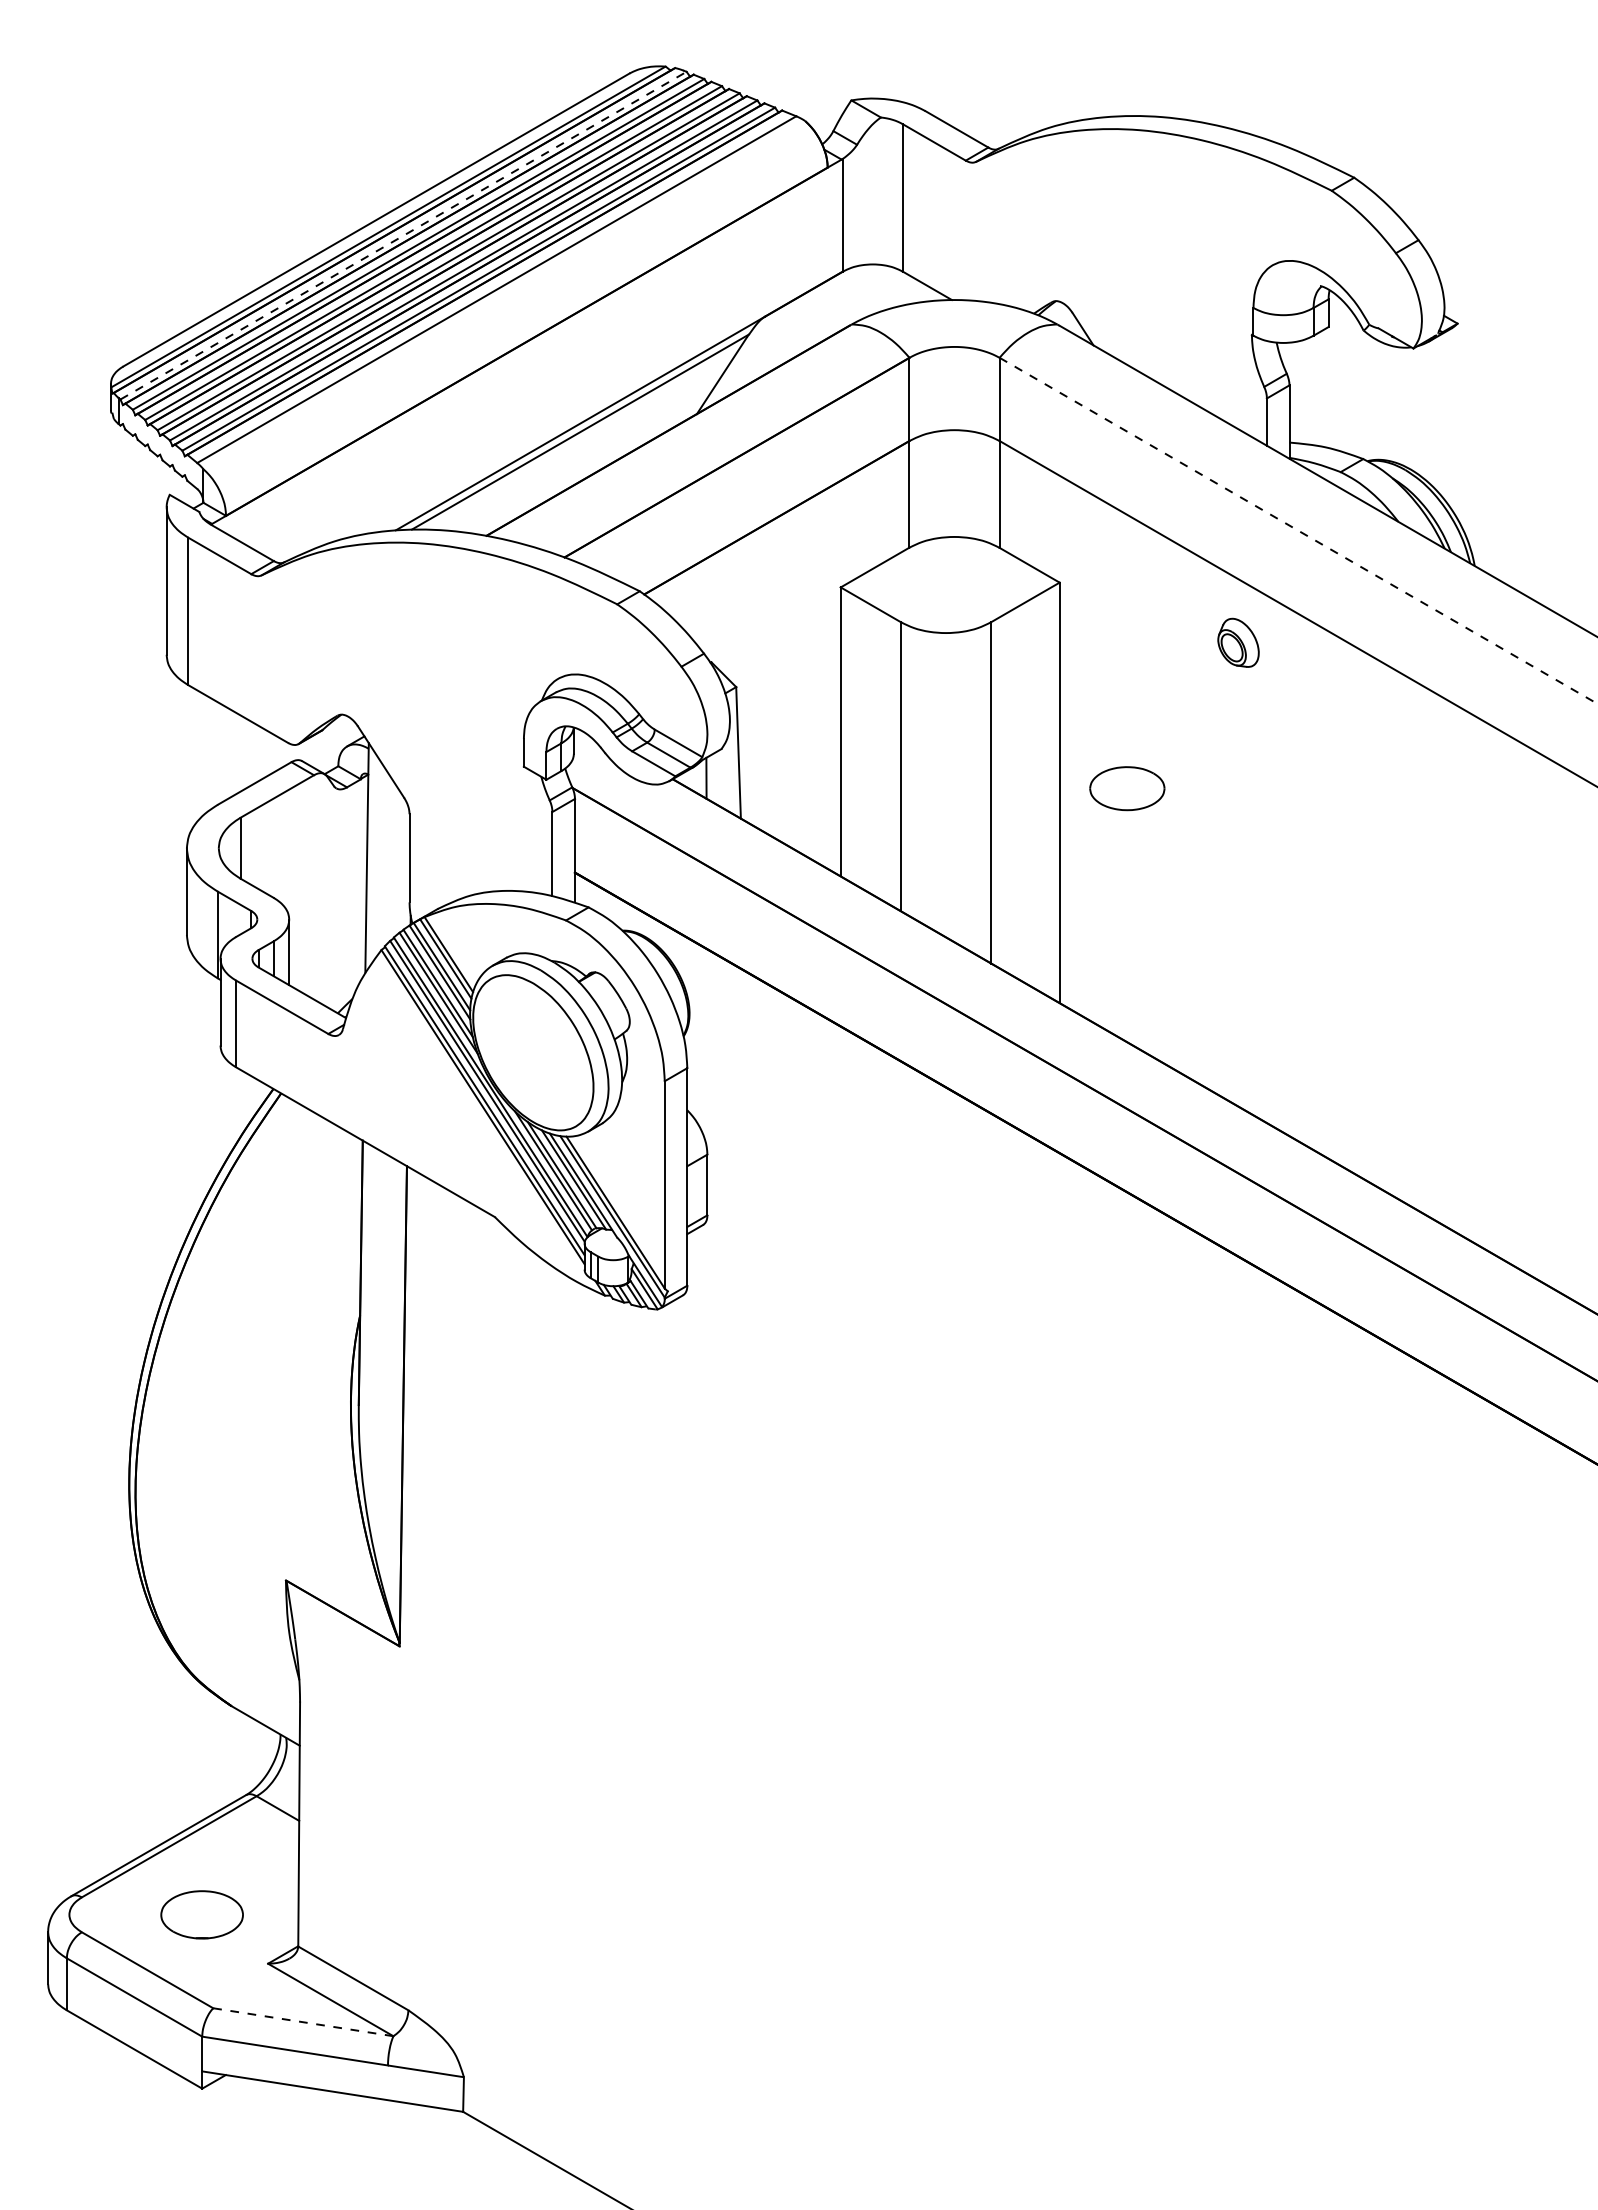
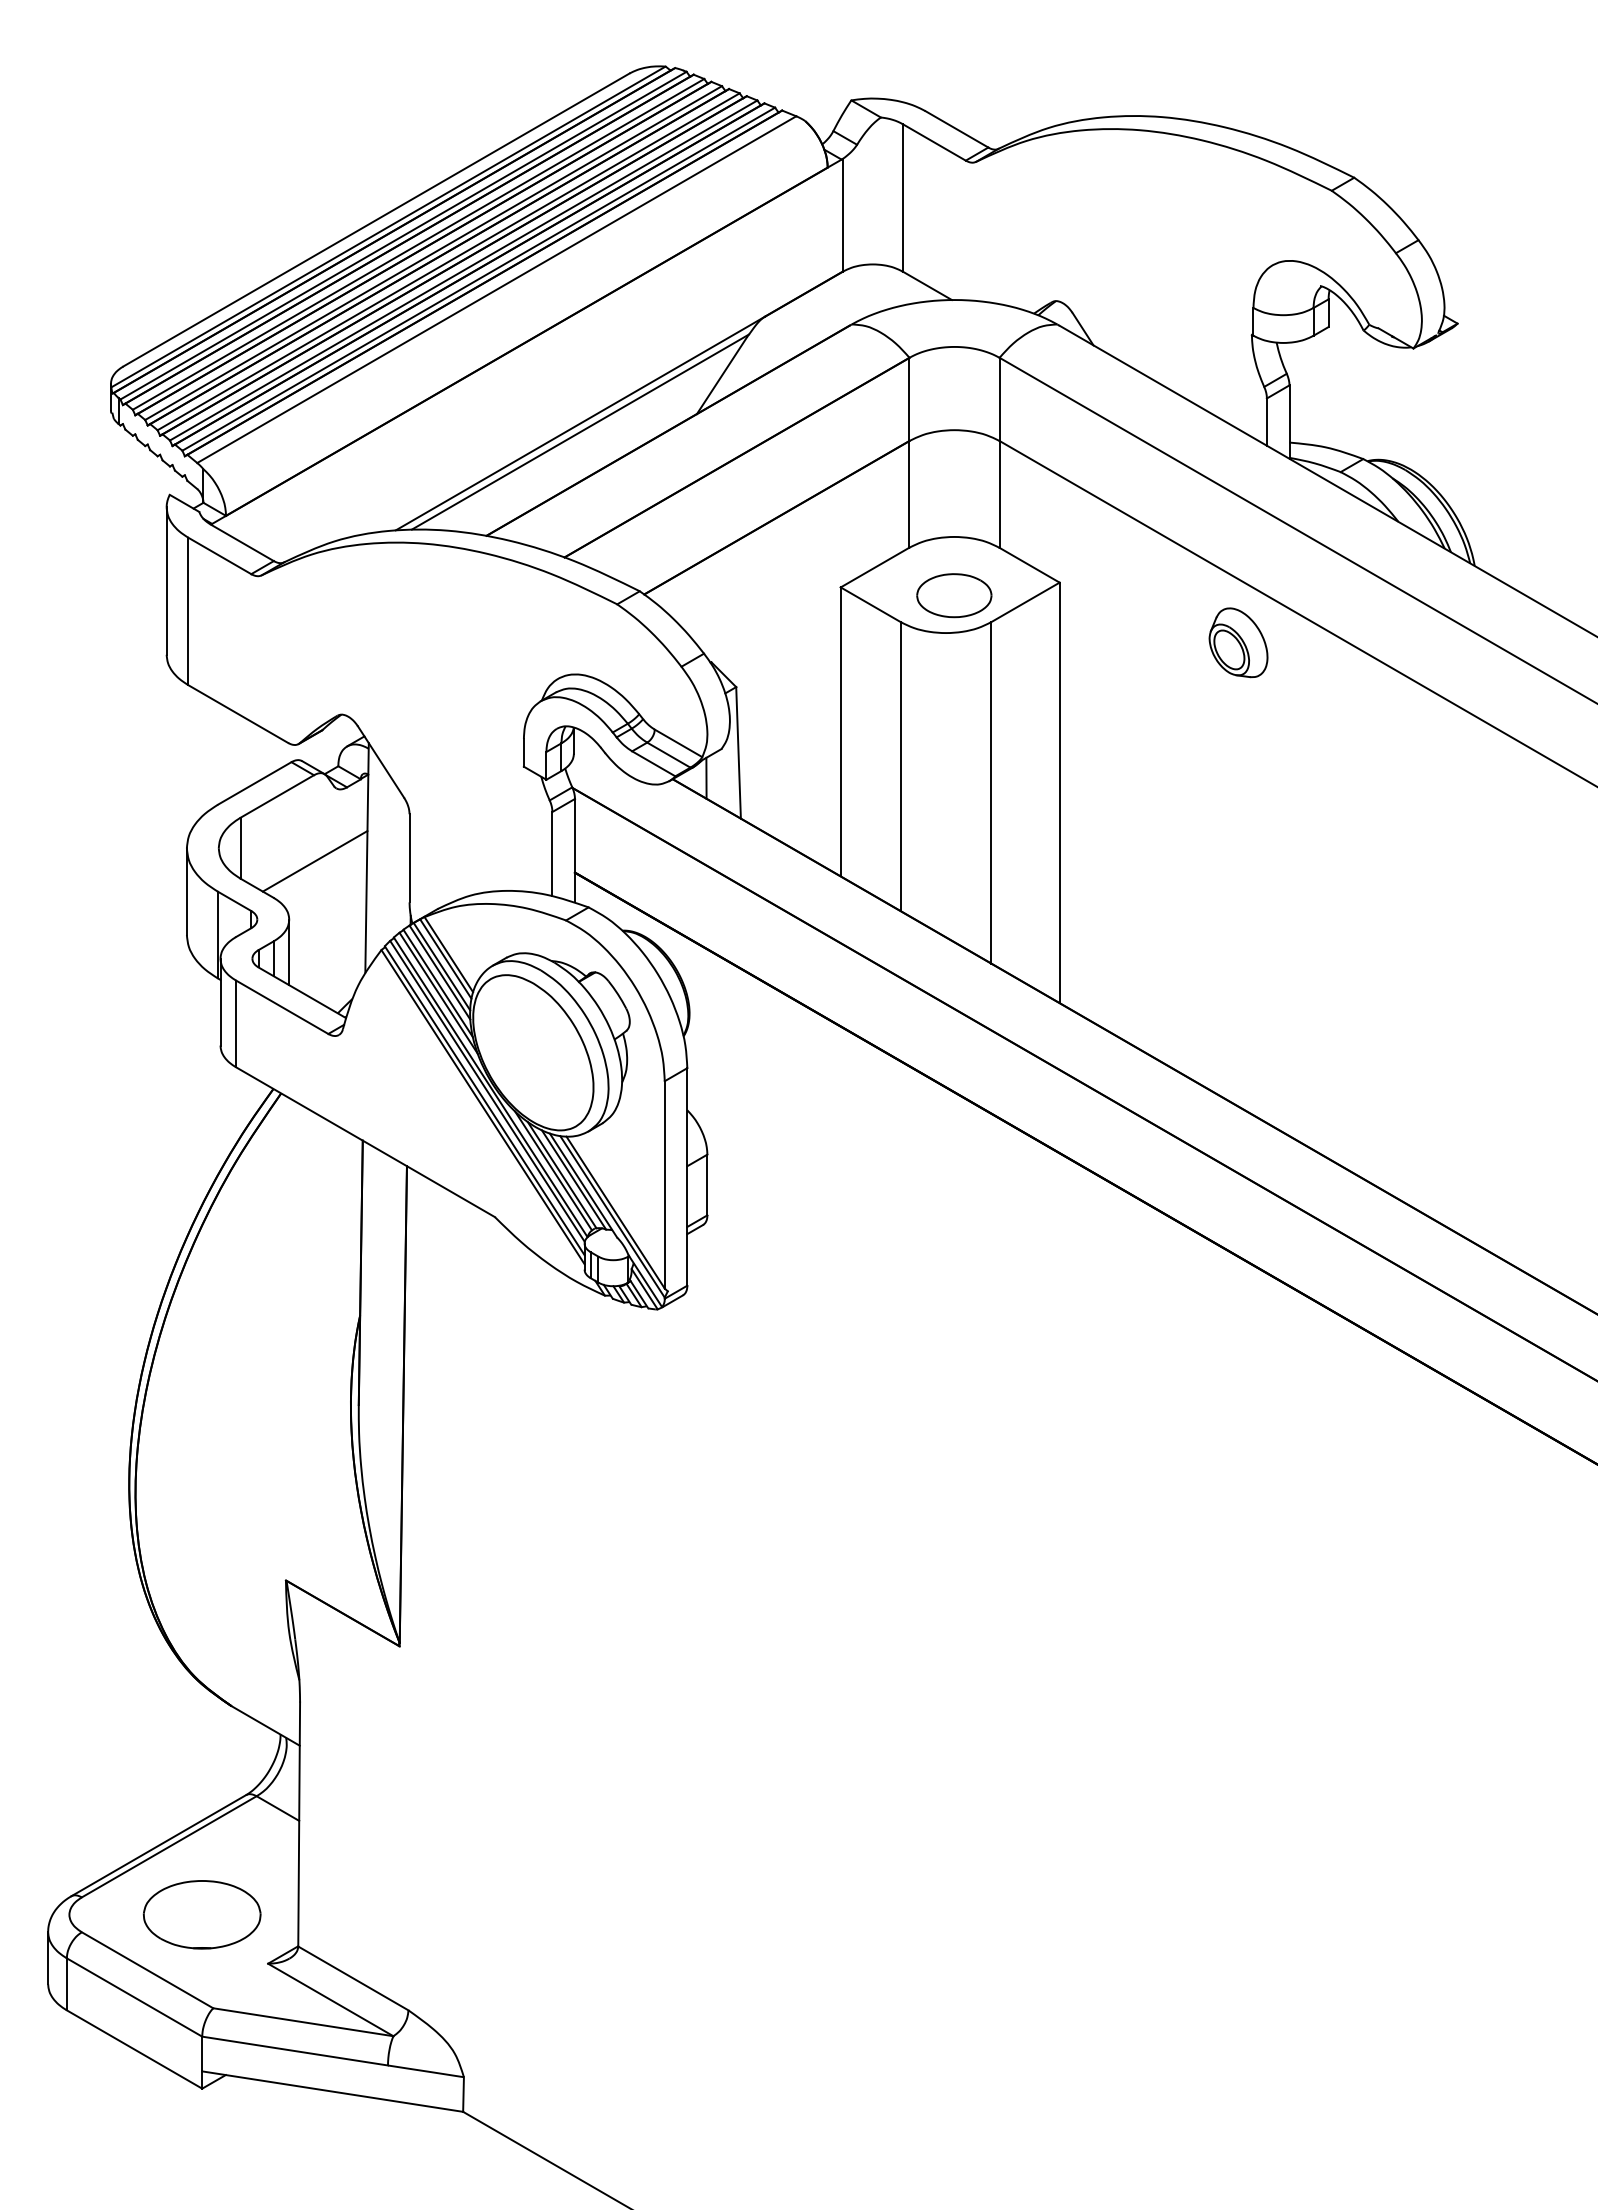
line at (403, 235): dashed -> solid
line at (1299, 531): dashed -> solid
part at (1238, 642) size: 43x51 px -> 61x72 px
part at (1127, 788) position: (1127, 788) -> (954, 595)
line at (314, 861): none -> present
part at (201, 1914) size: 84x50 px -> 120x70 px
line at (302, 2022): dashed -> solid
